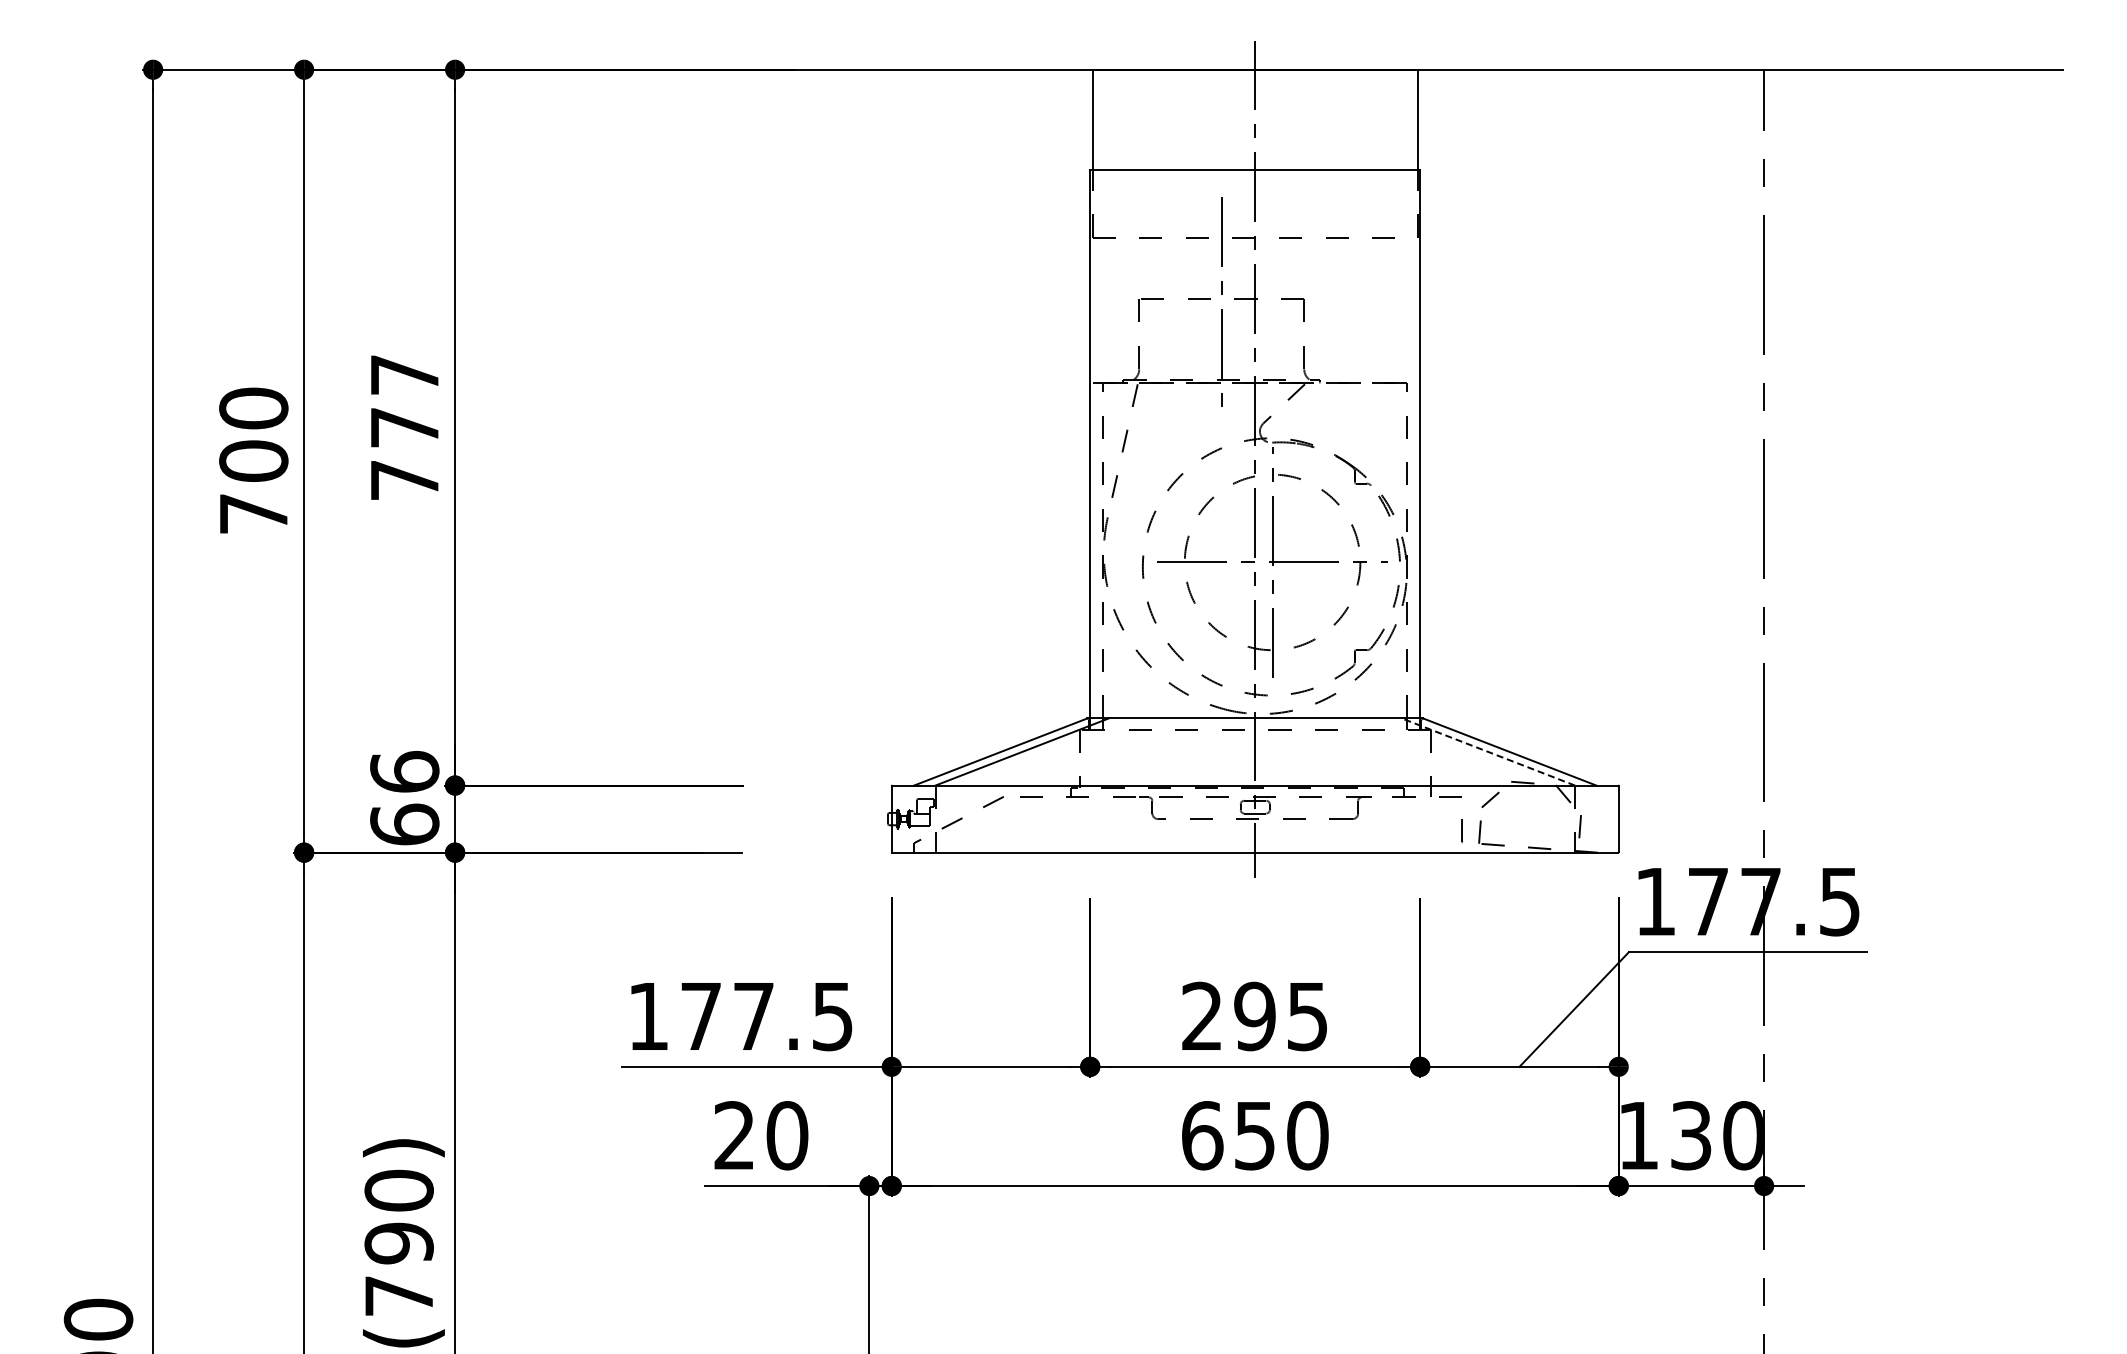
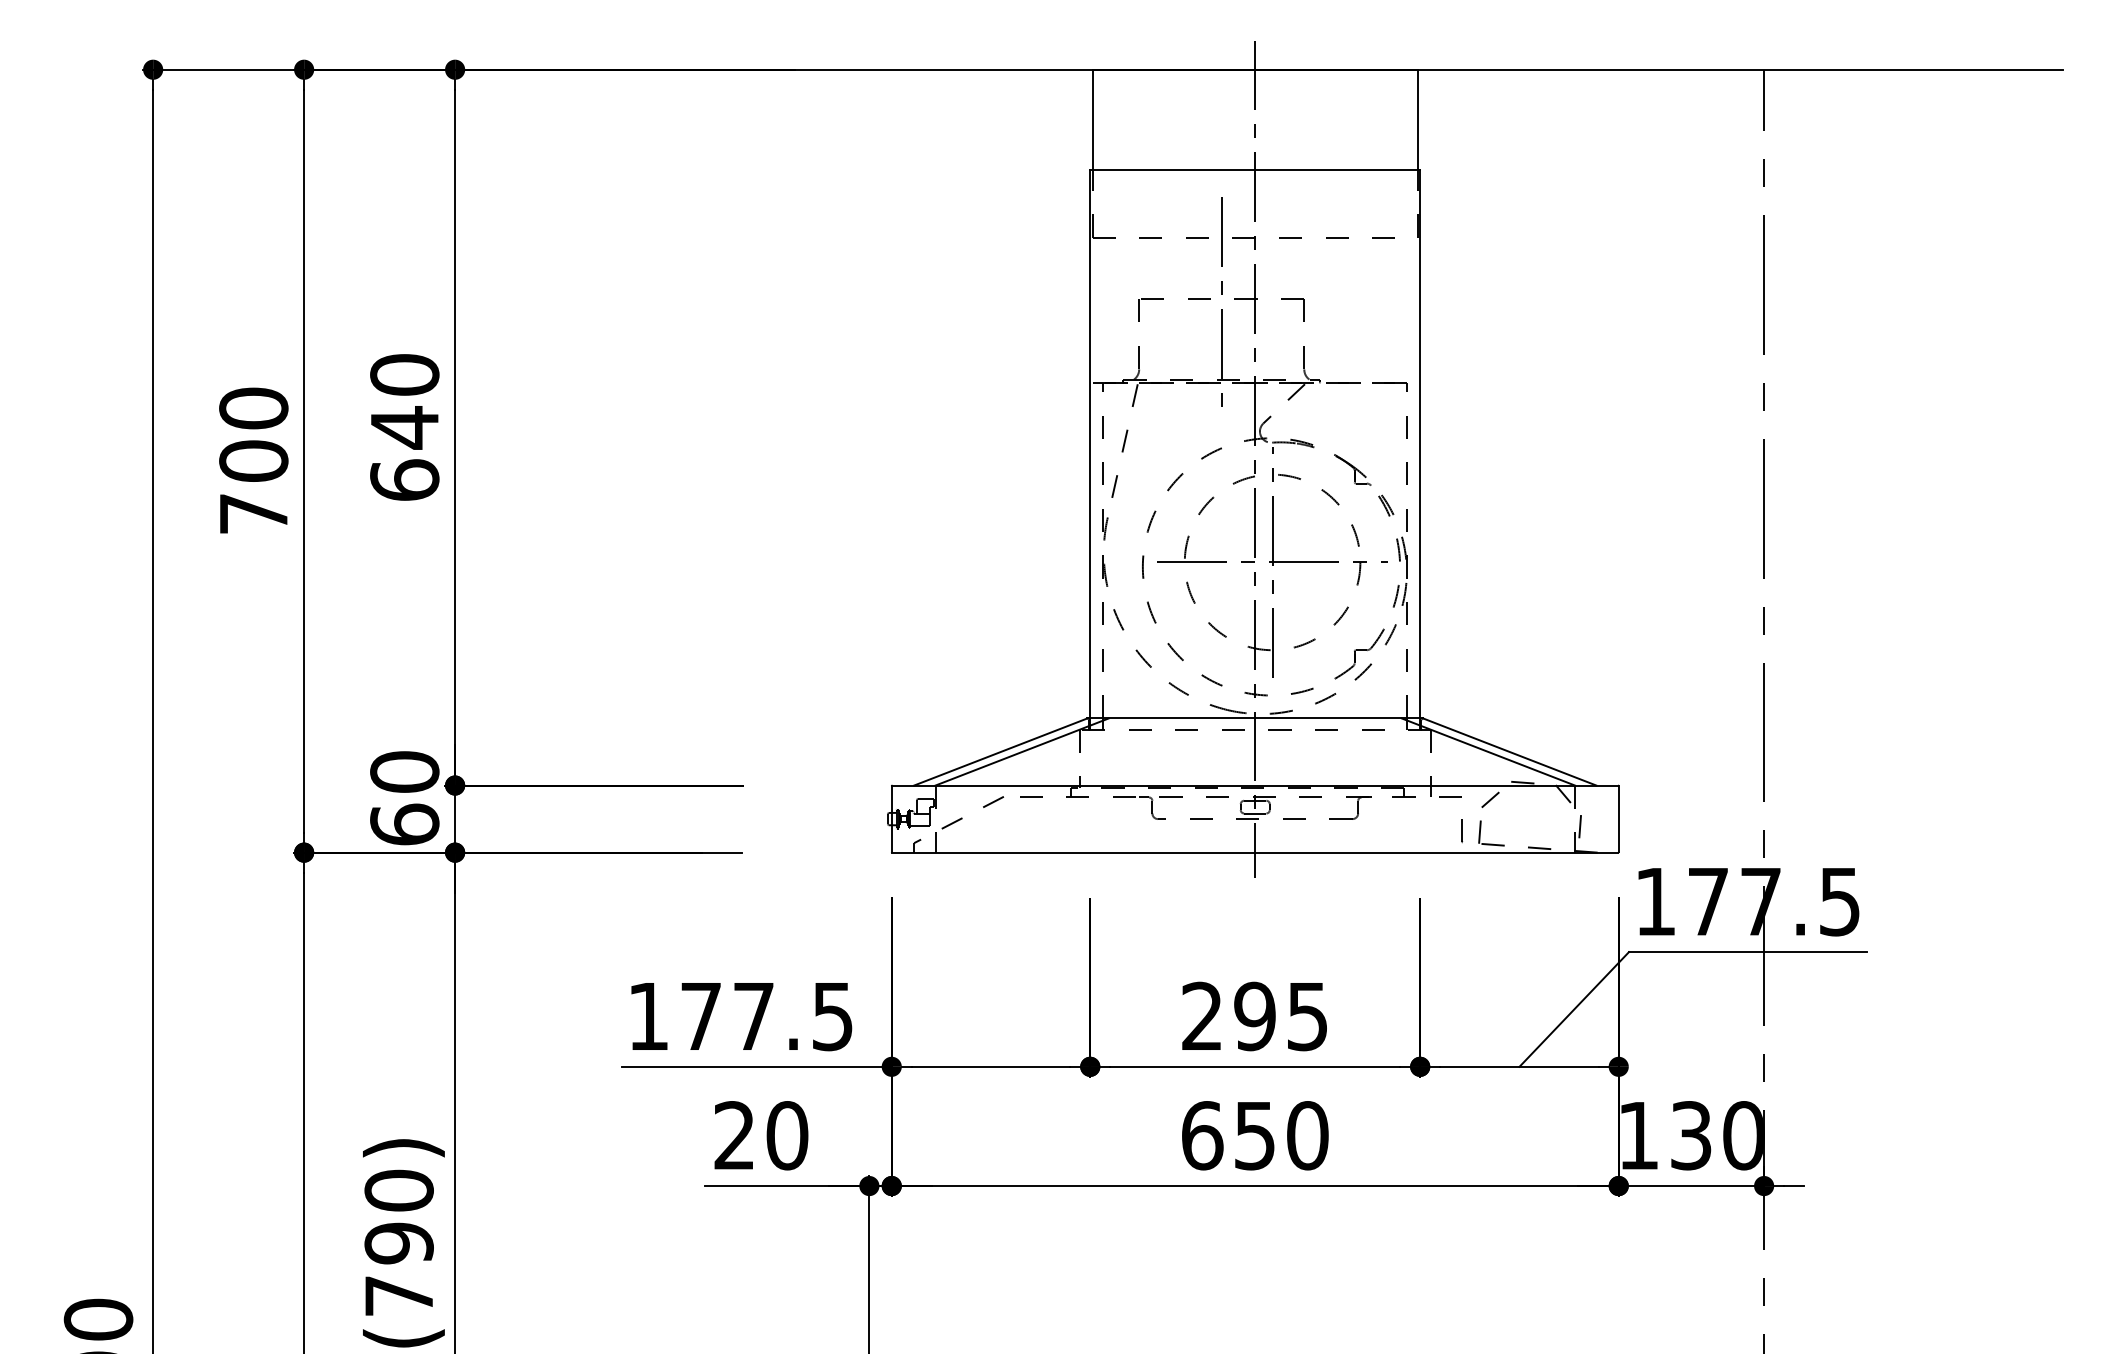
text at (404, 427): 777 -> 640
line at (1488, 752): dashed -> solid
text at (404, 771): 66 -> 60
